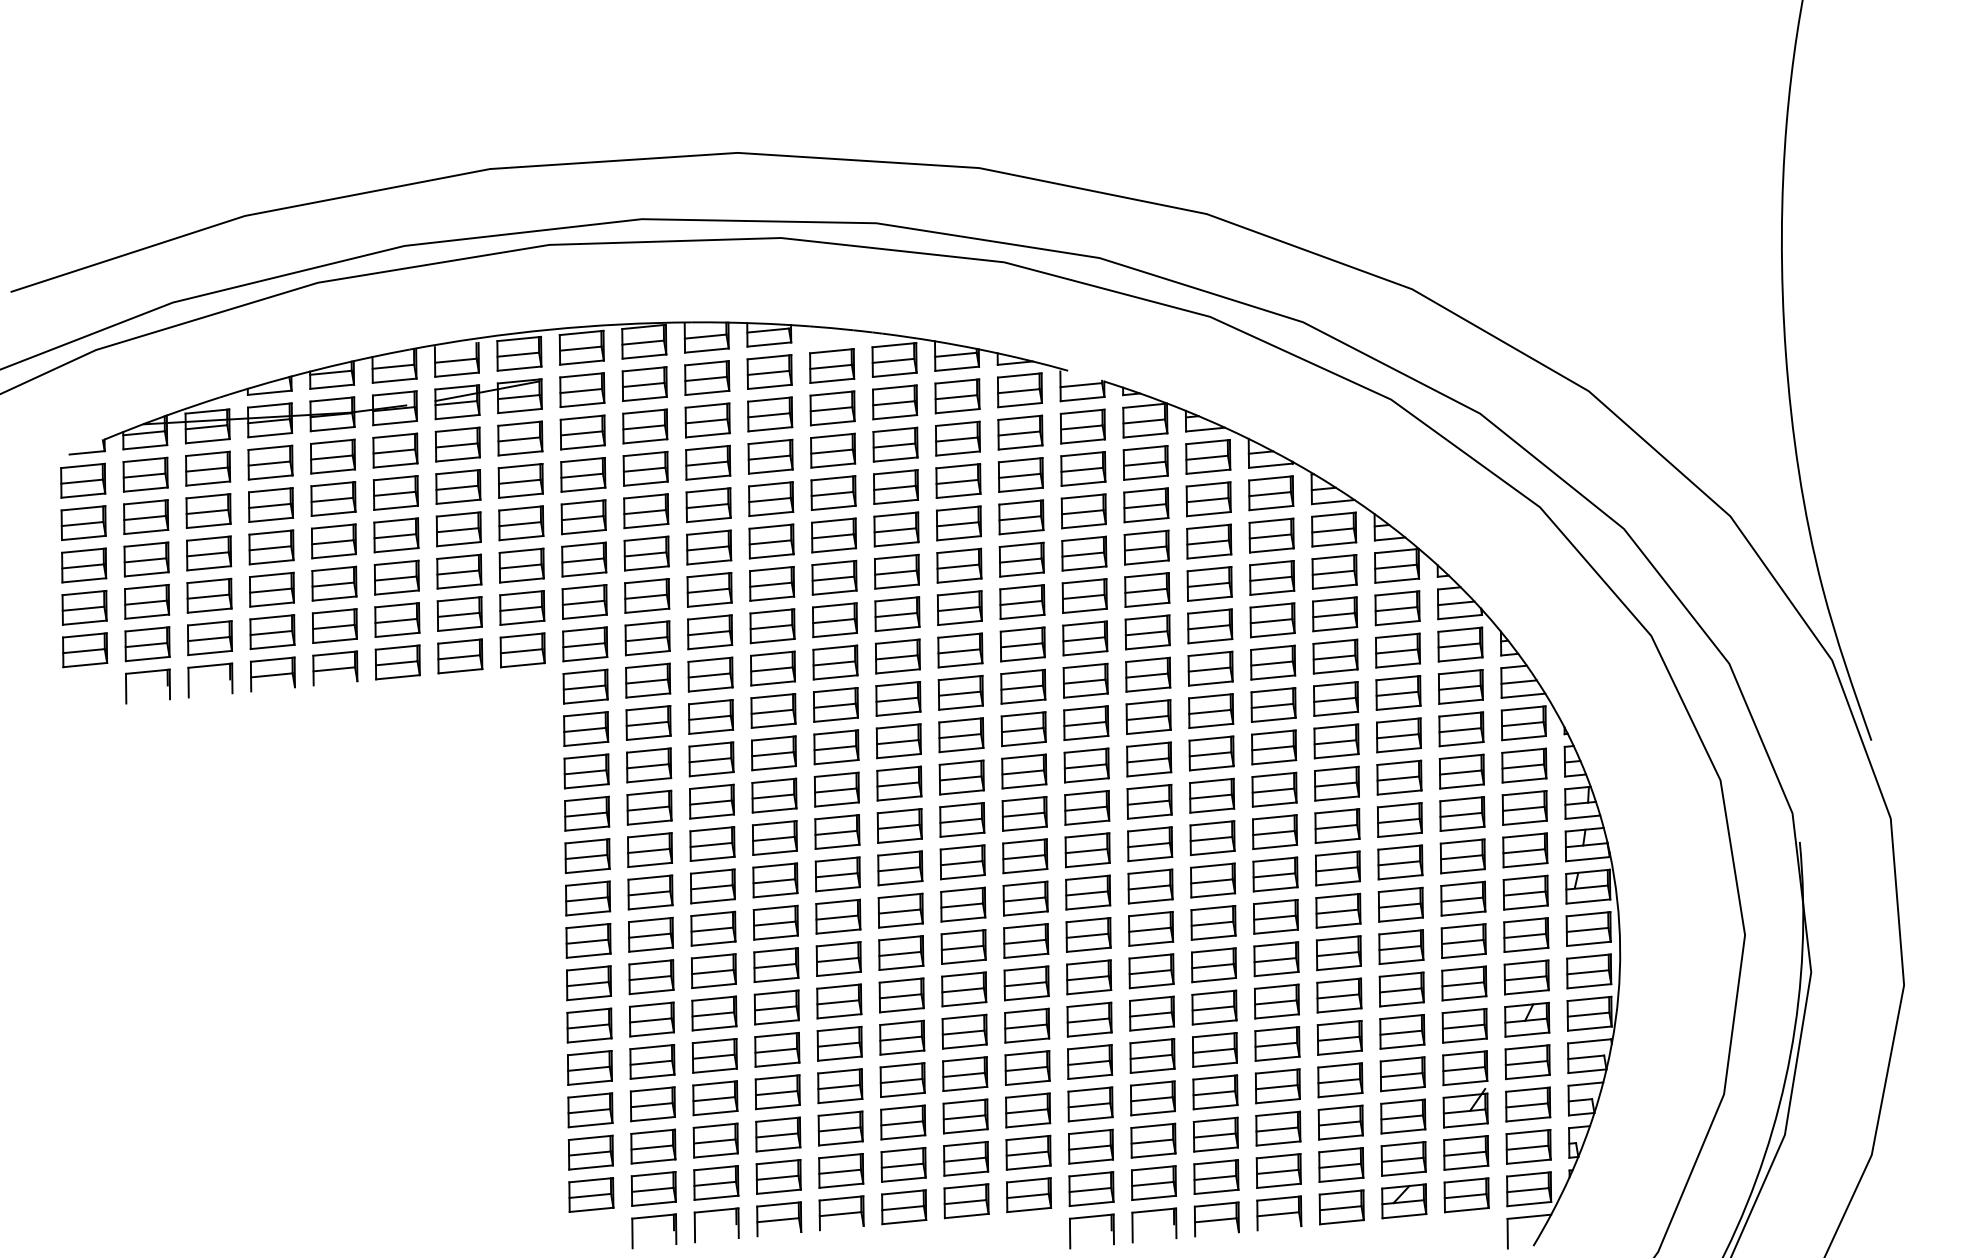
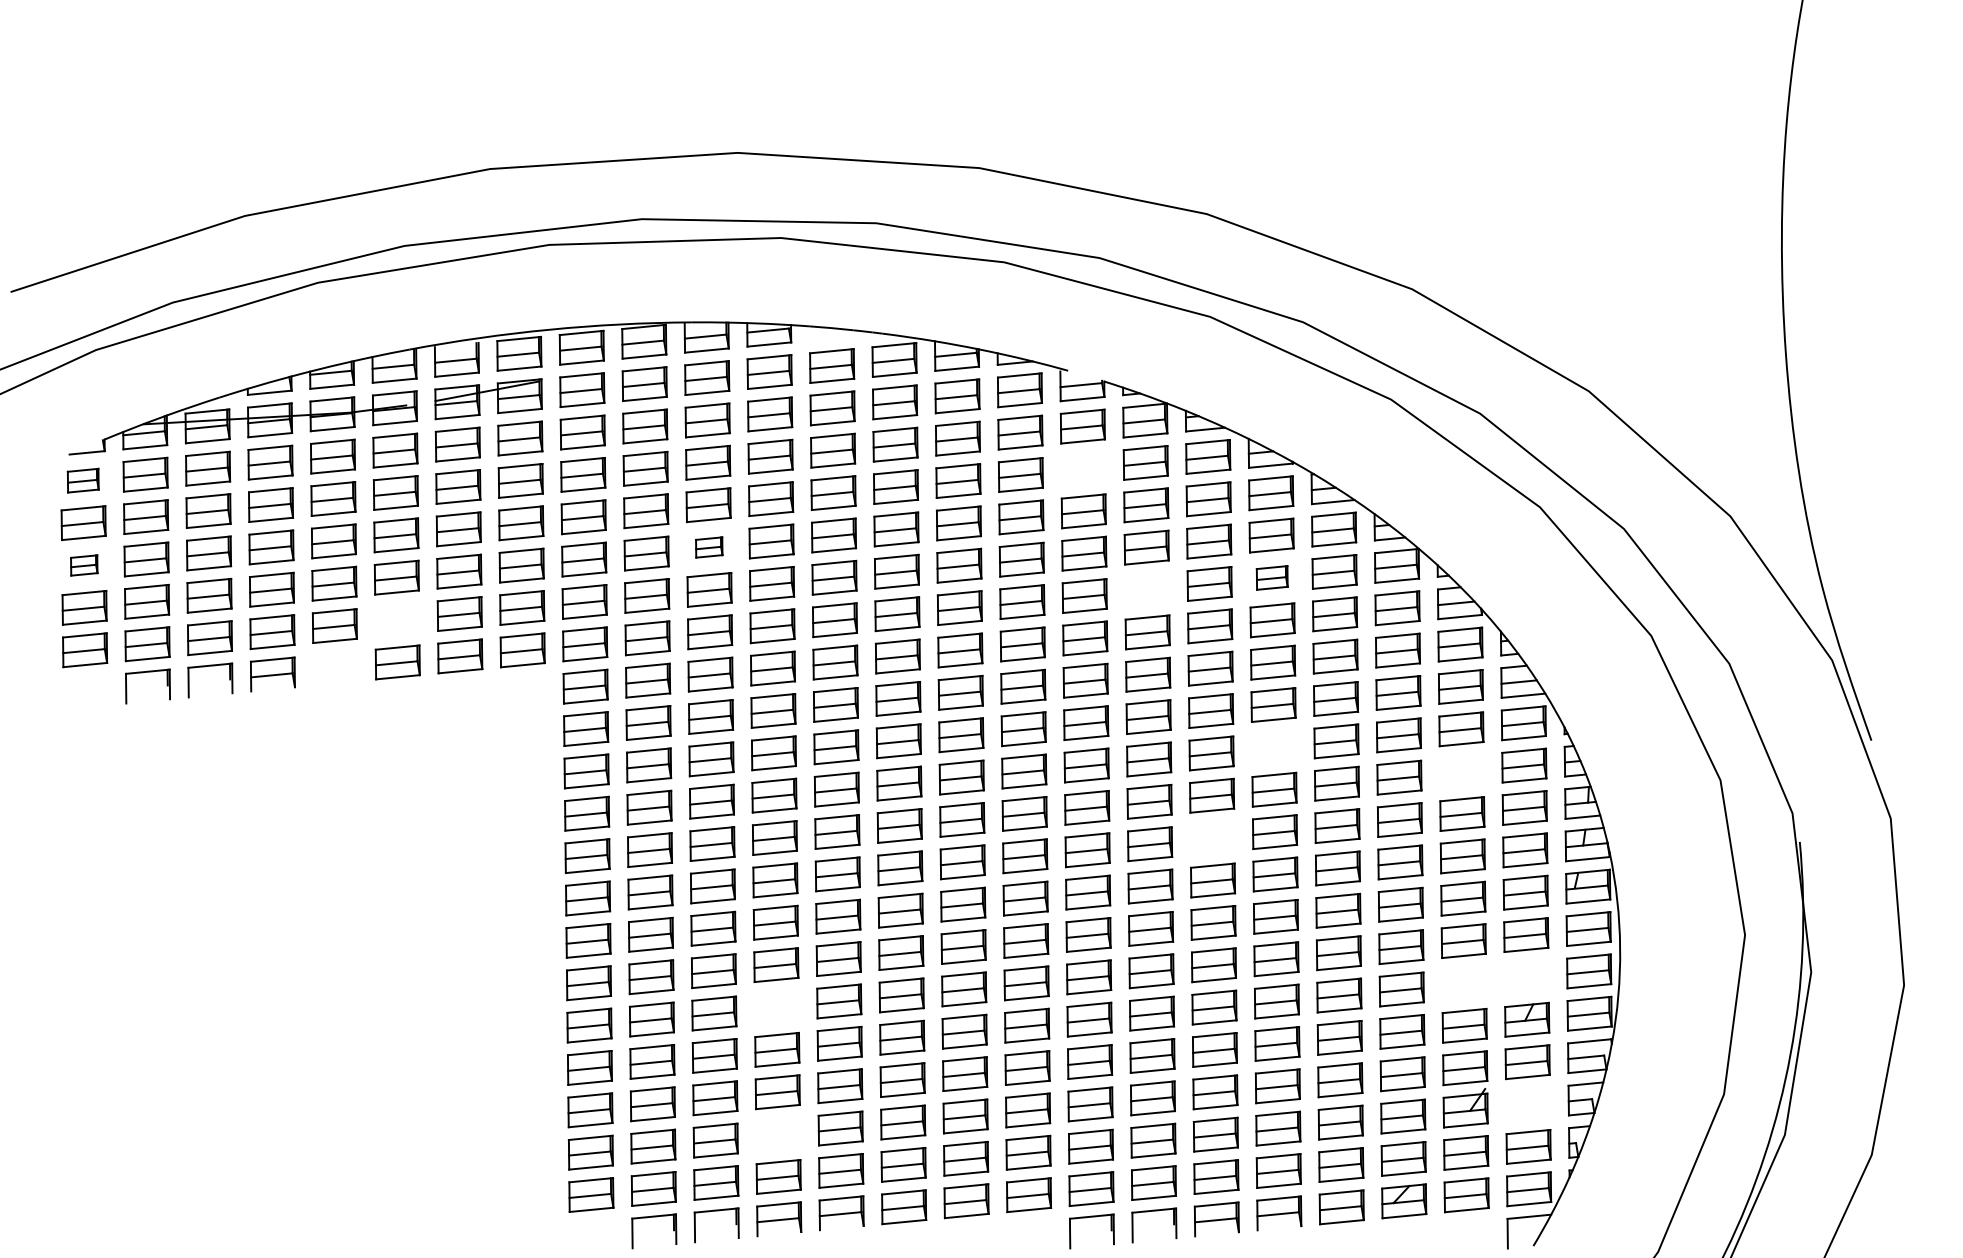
part at (1083, 468): present -> none
part at (83, 480) size: 47x37 px -> 34x27 px
part at (709, 547) size: 47x37 px -> 29x23 px
part at (84, 565) size: 47x37 px -> 29x23 px
part at (1272, 577) size: 47x36 px -> 34x26 px
part at (1147, 589): present -> none
part at (397, 619): present -> none
part at (335, 668): present -> none
part at (1274, 747): present -> none
part at (1461, 771): present -> none
part at (1212, 838): present -> none
part at (1526, 977): present -> none
part at (1464, 983): present -> none
part at (776, 1007): present -> none
part at (1528, 1104): present -> none
part at (778, 1134): present -> none
